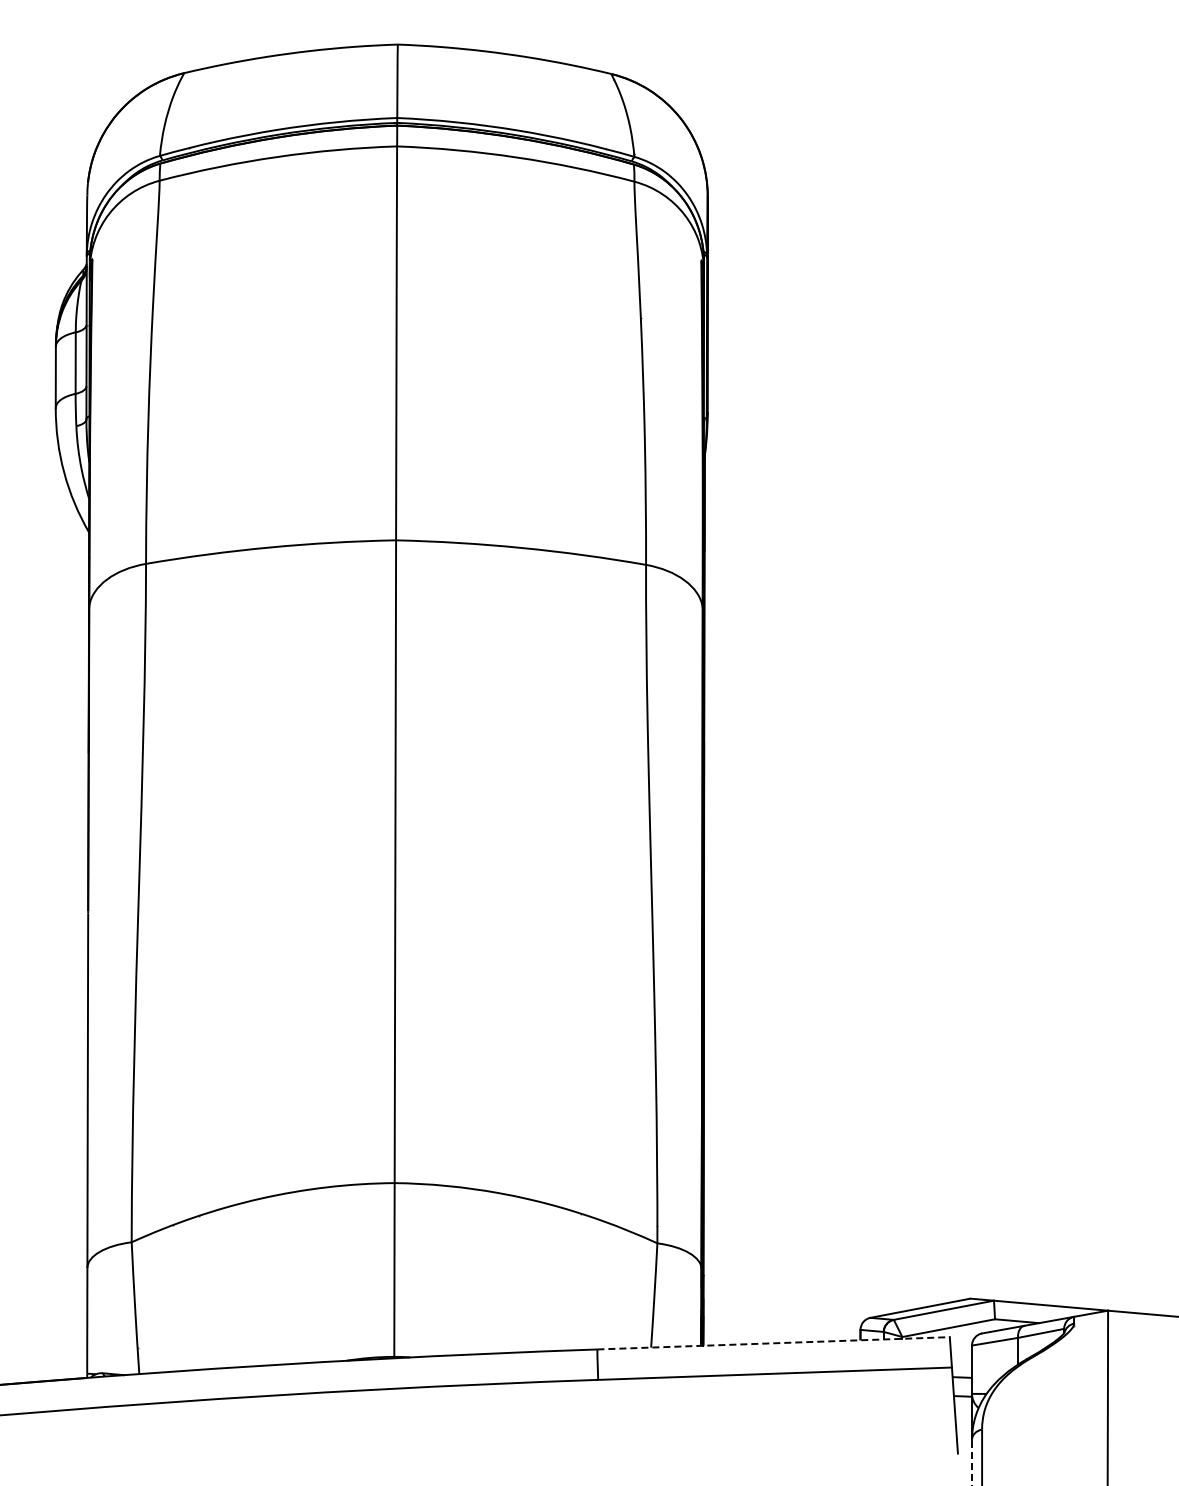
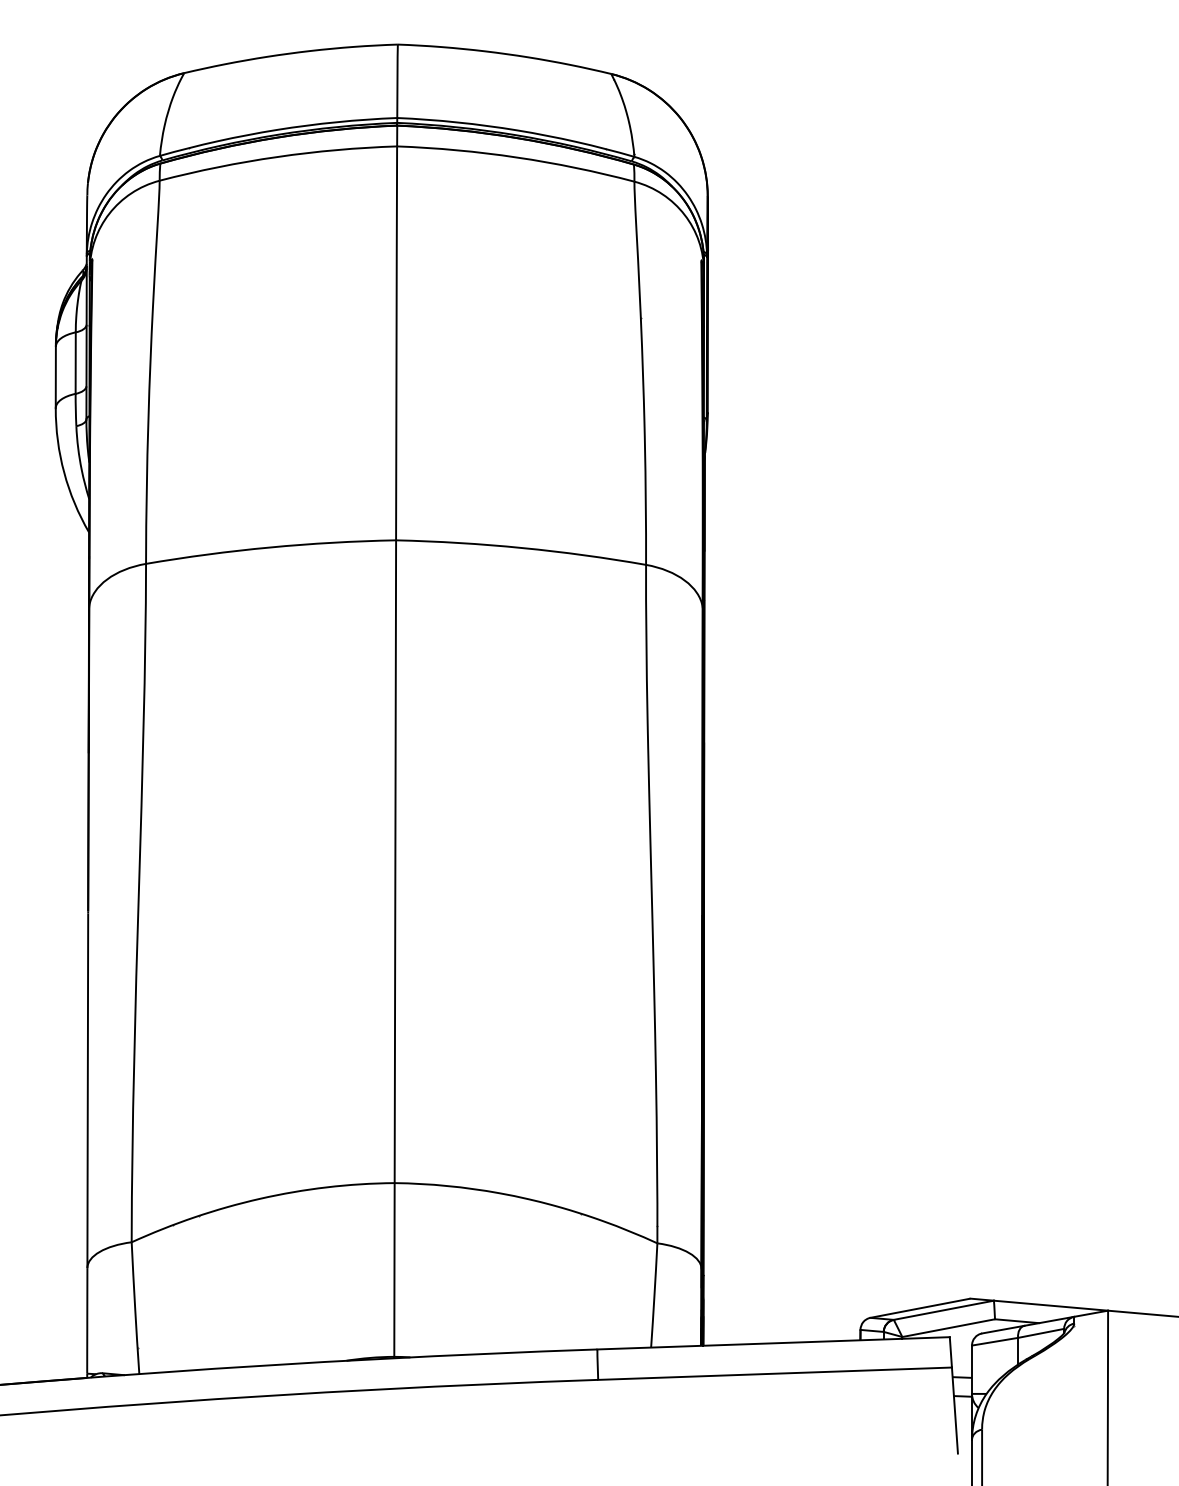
line at (774, 1343): dashed -> solid
line at (972, 1462): dashed -> solid
